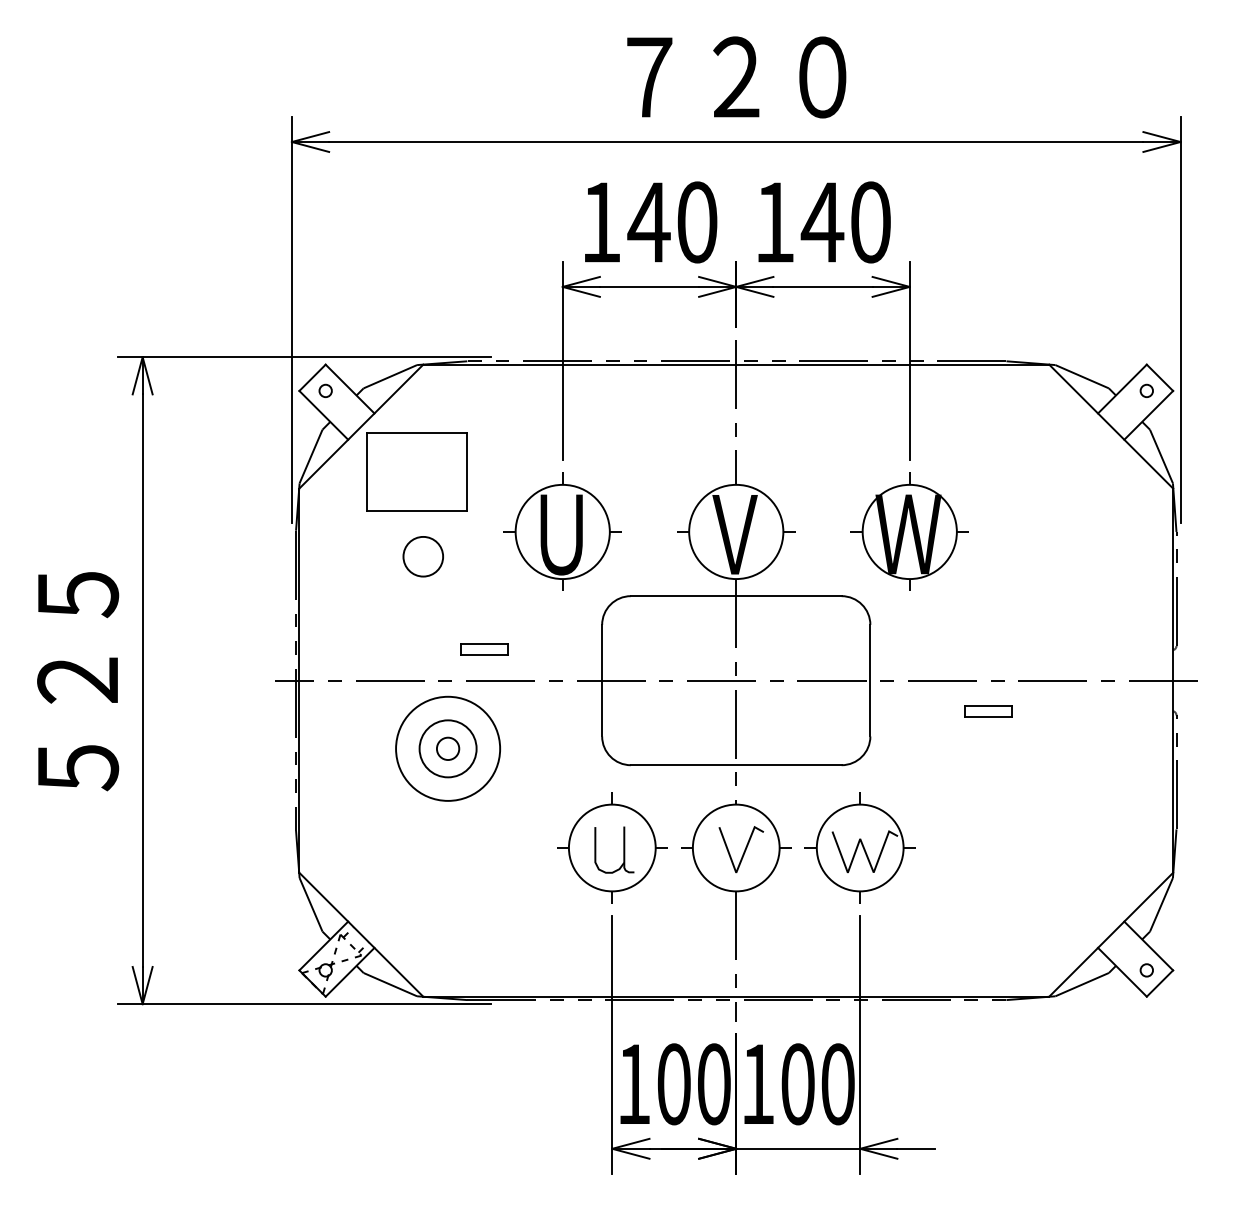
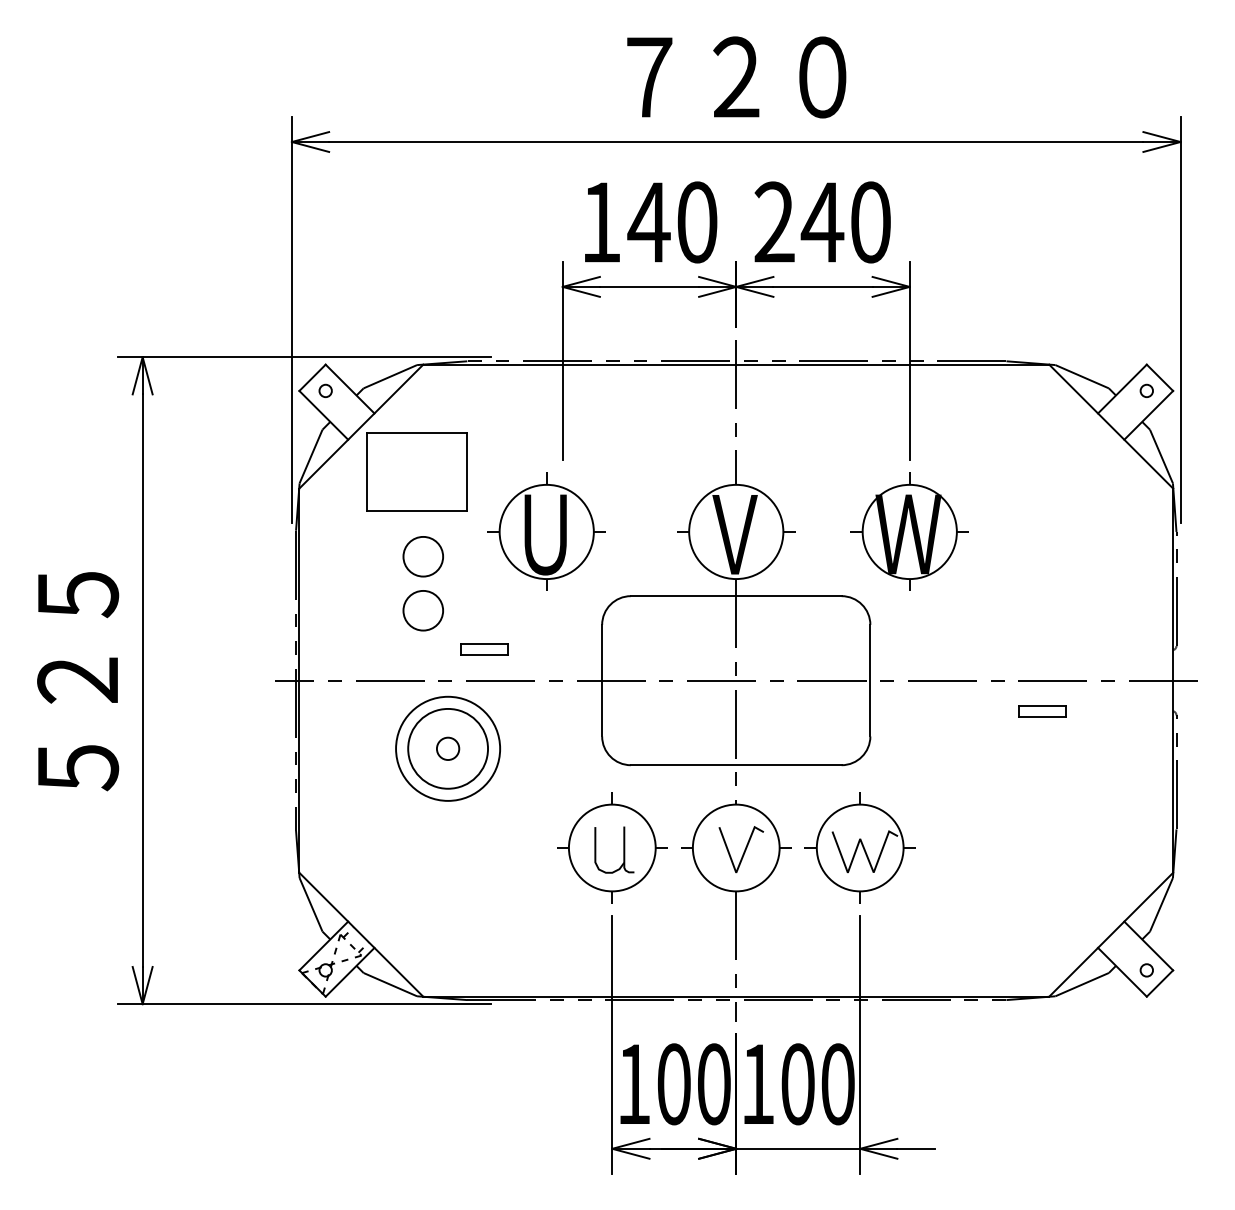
text at (774, 221): 140 -> 240
part at (562, 531) position: (562, 531) -> (546, 531)
circle at (422, 610): none -> present
part at (988, 711) position: (988, 711) -> (1042, 711)
circle at (447, 748) diameter: 57 px -> 80 px
